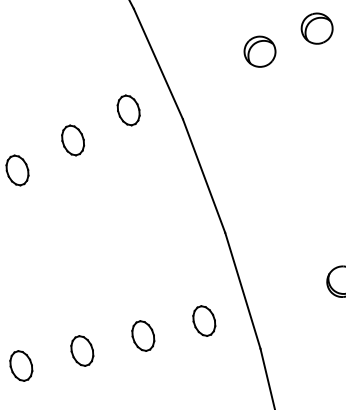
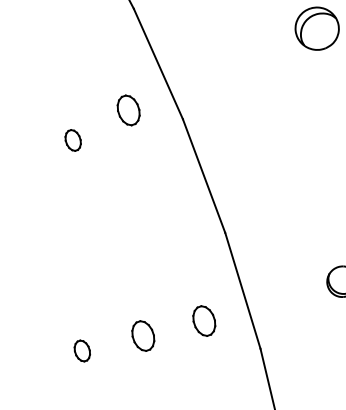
part at (316, 28) size: 34x33 px -> 46x45 px
part at (259, 51): present -> none
part at (73, 140) size: 25x33 px -> 18x23 px
part at (17, 170): present -> none
part at (82, 350) size: 25x32 px -> 18x24 px
part at (21, 365): present -> none
